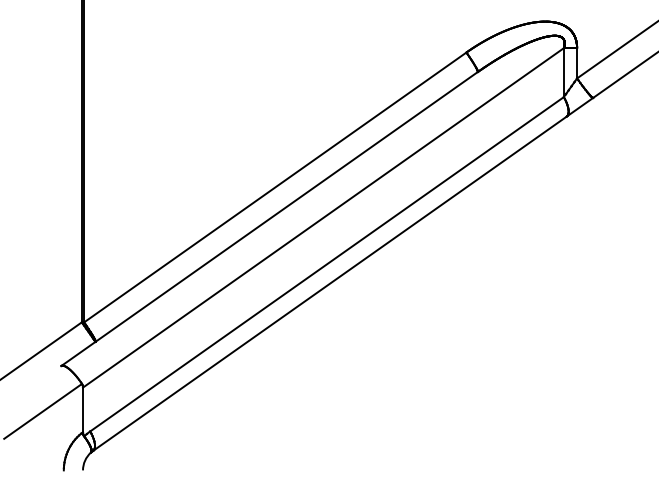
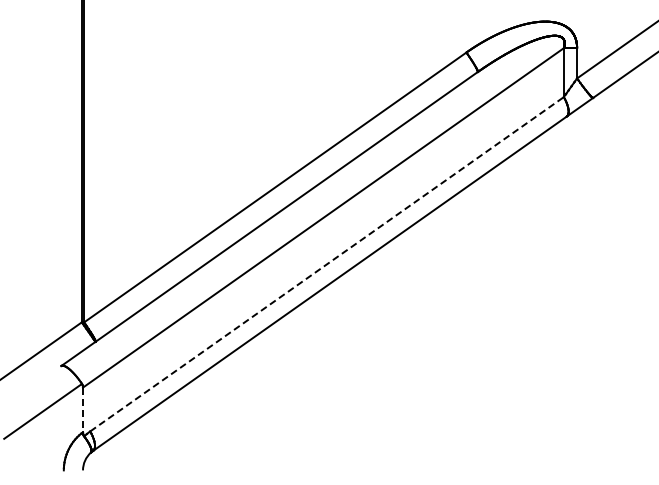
line at (327, 264): solid -> dashed
line at (83, 410): solid -> dashed
